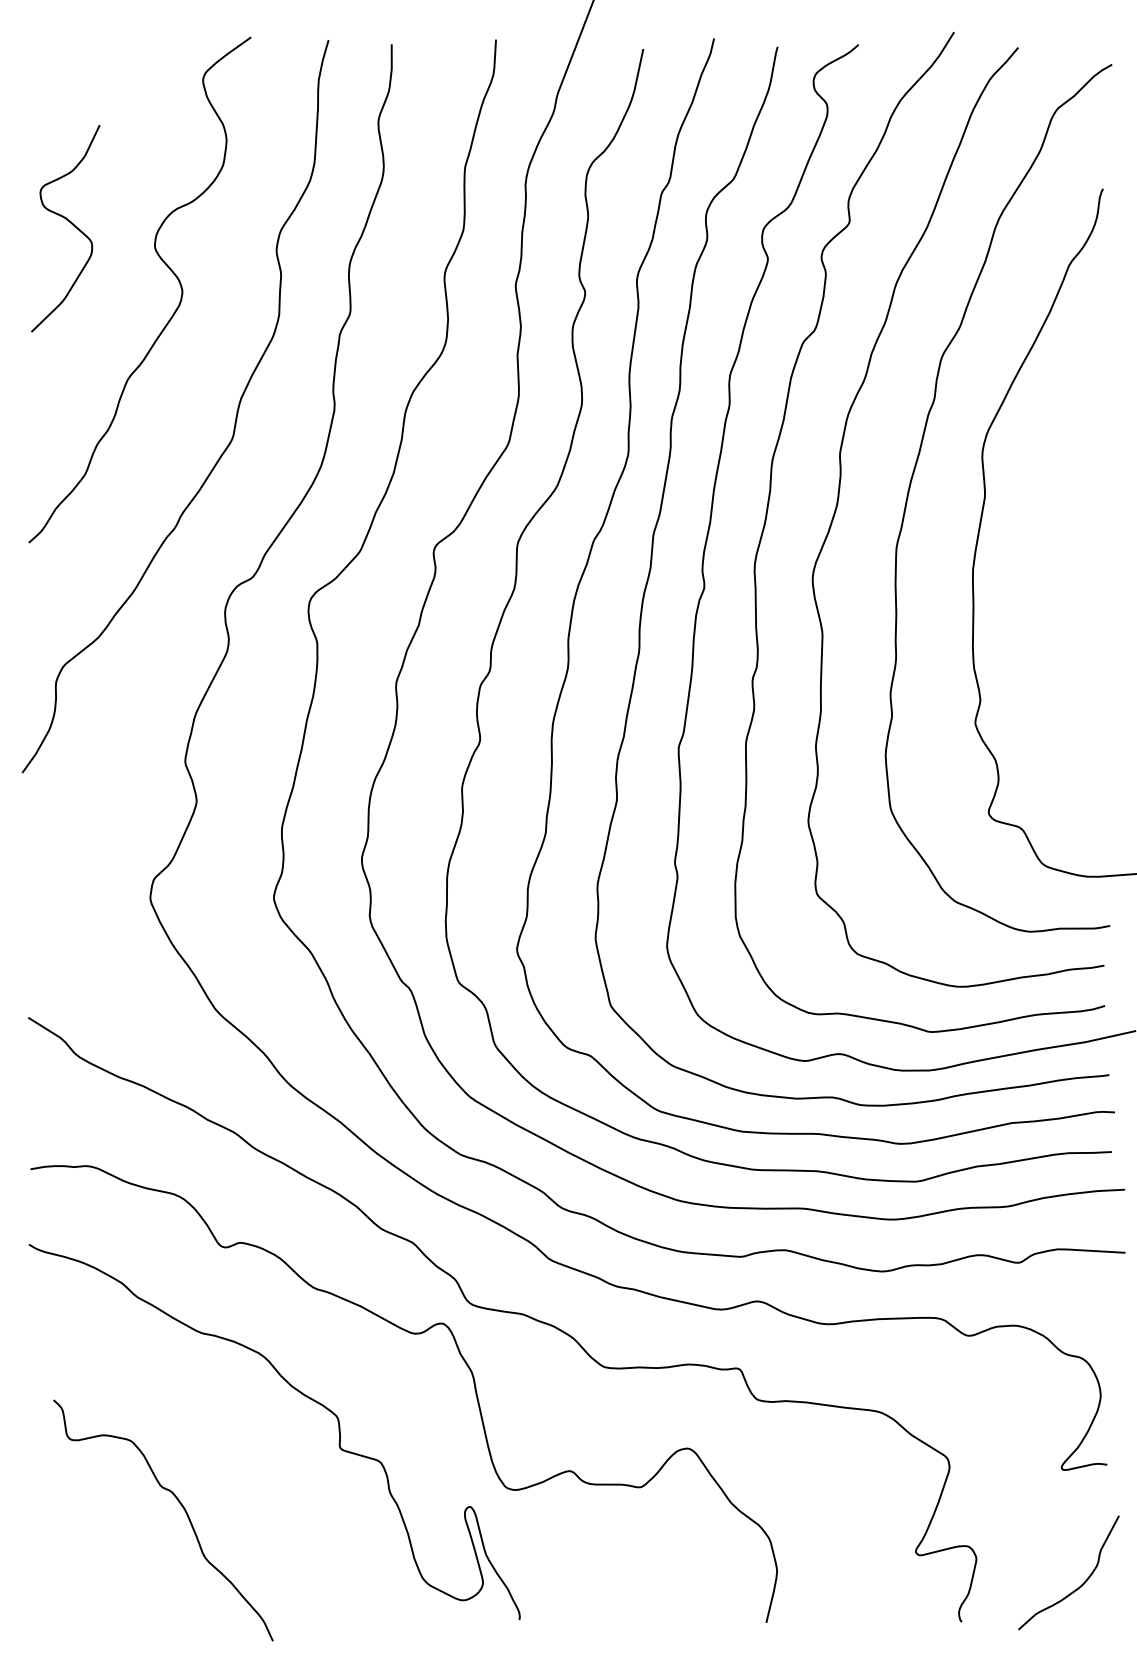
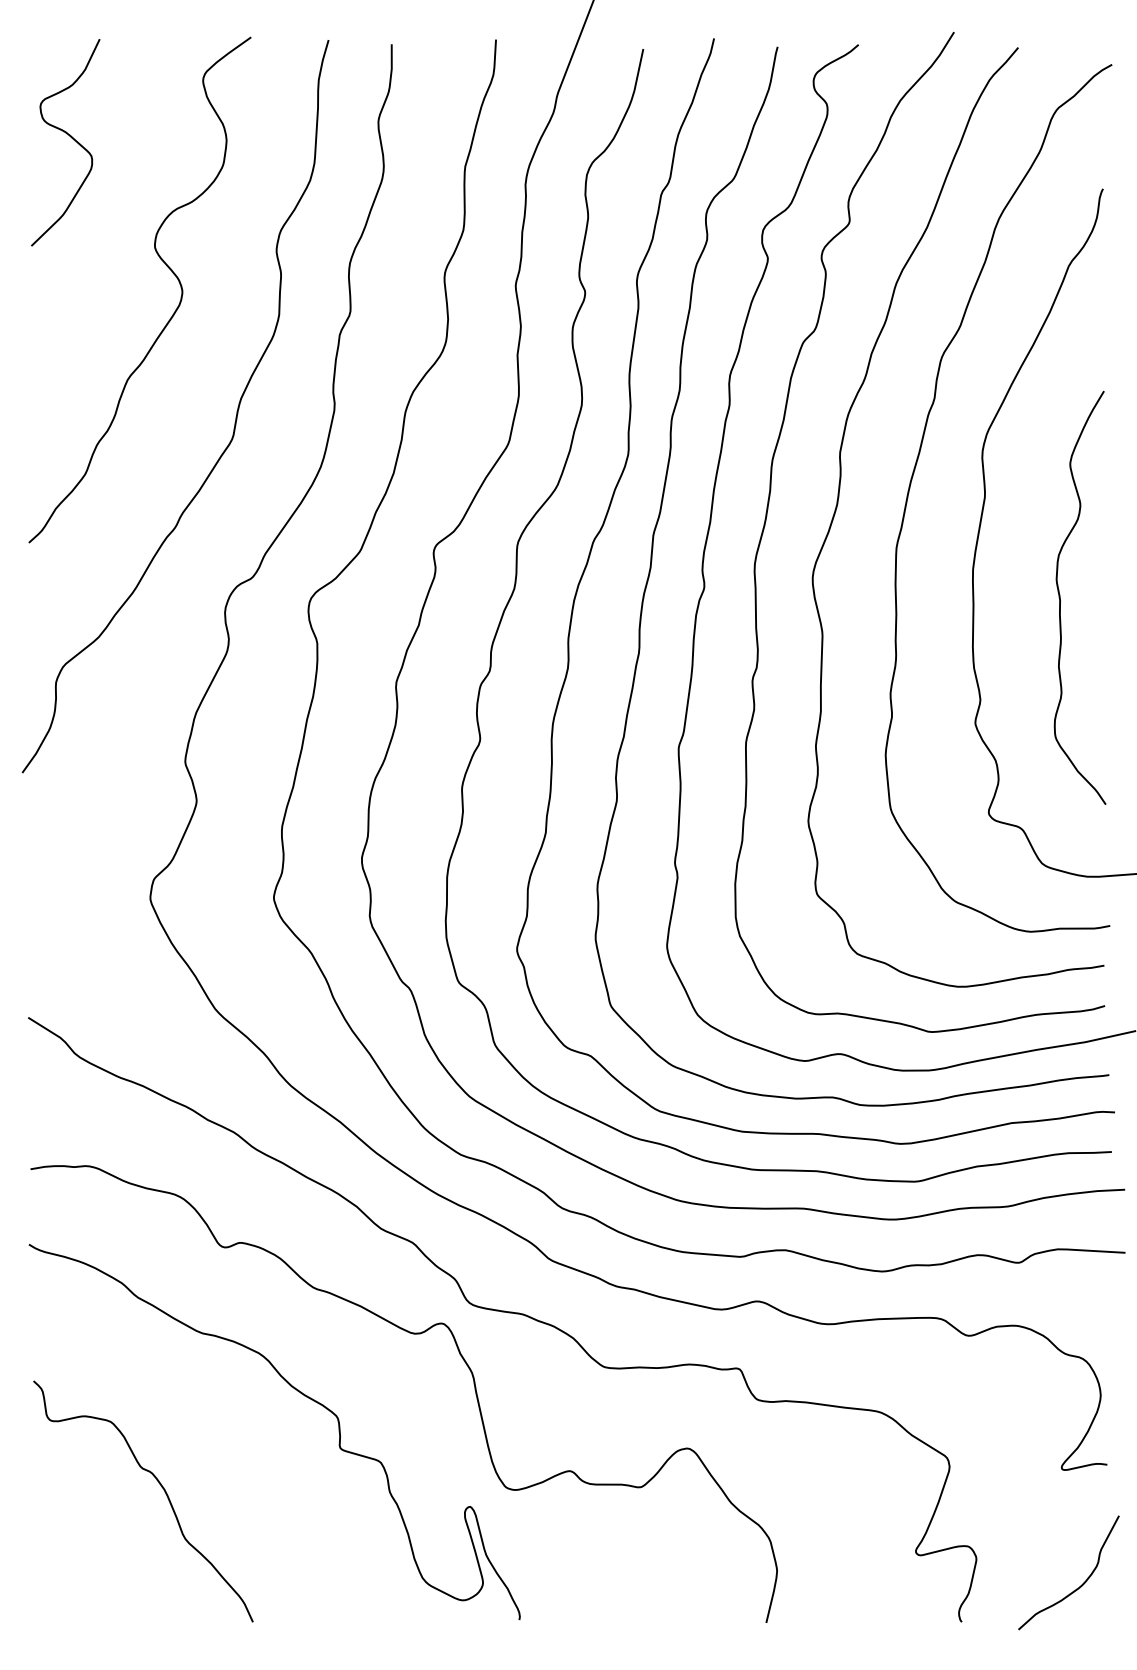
curve at (70, 223) position: (70, 223) -> (70, 137)
curve at (1060, 597): none -> present
curve at (181, 1506) position: (181, 1506) -> (161, 1487)
